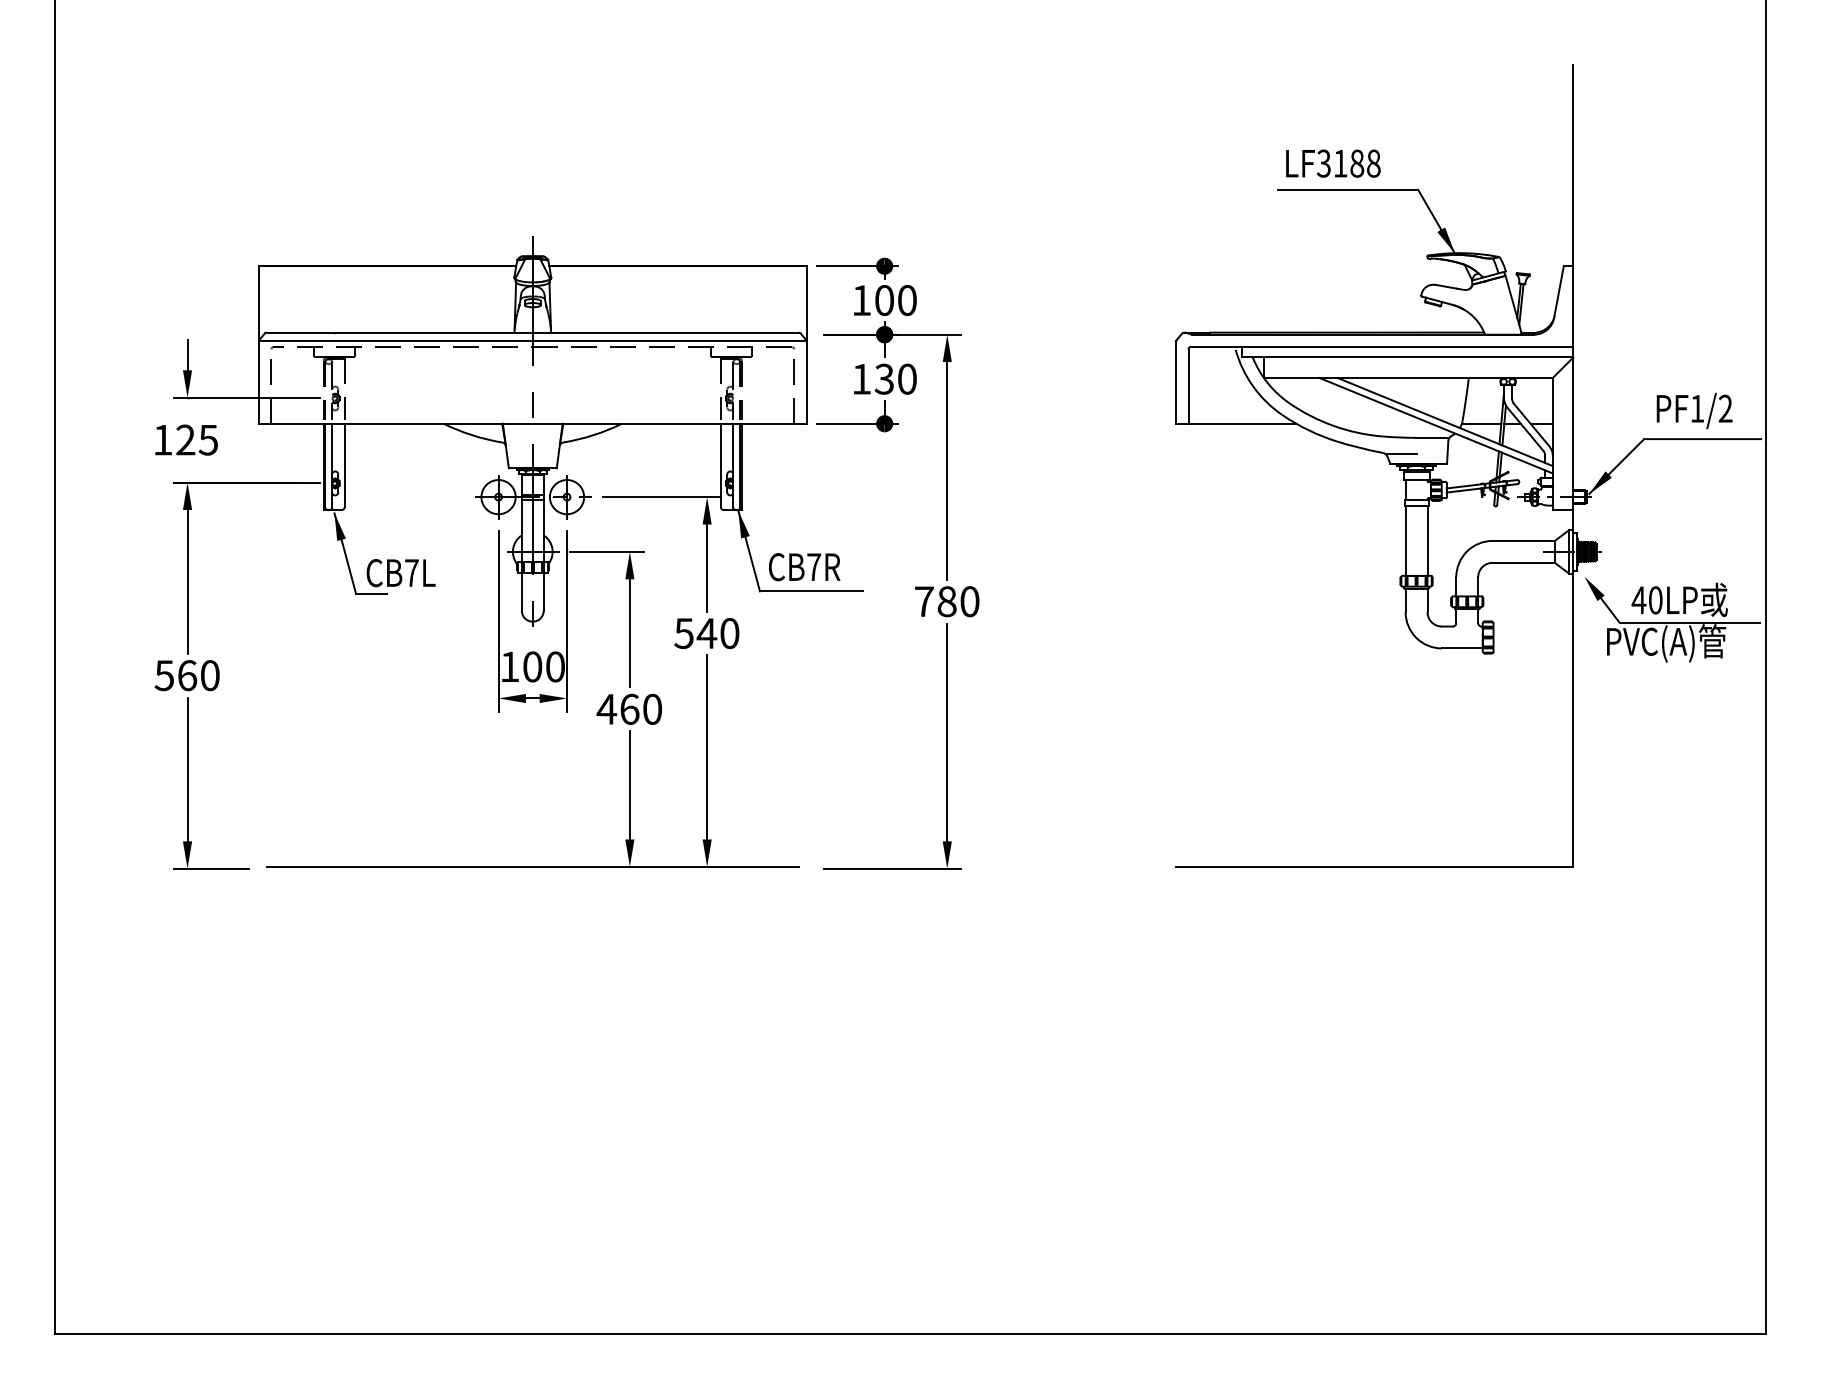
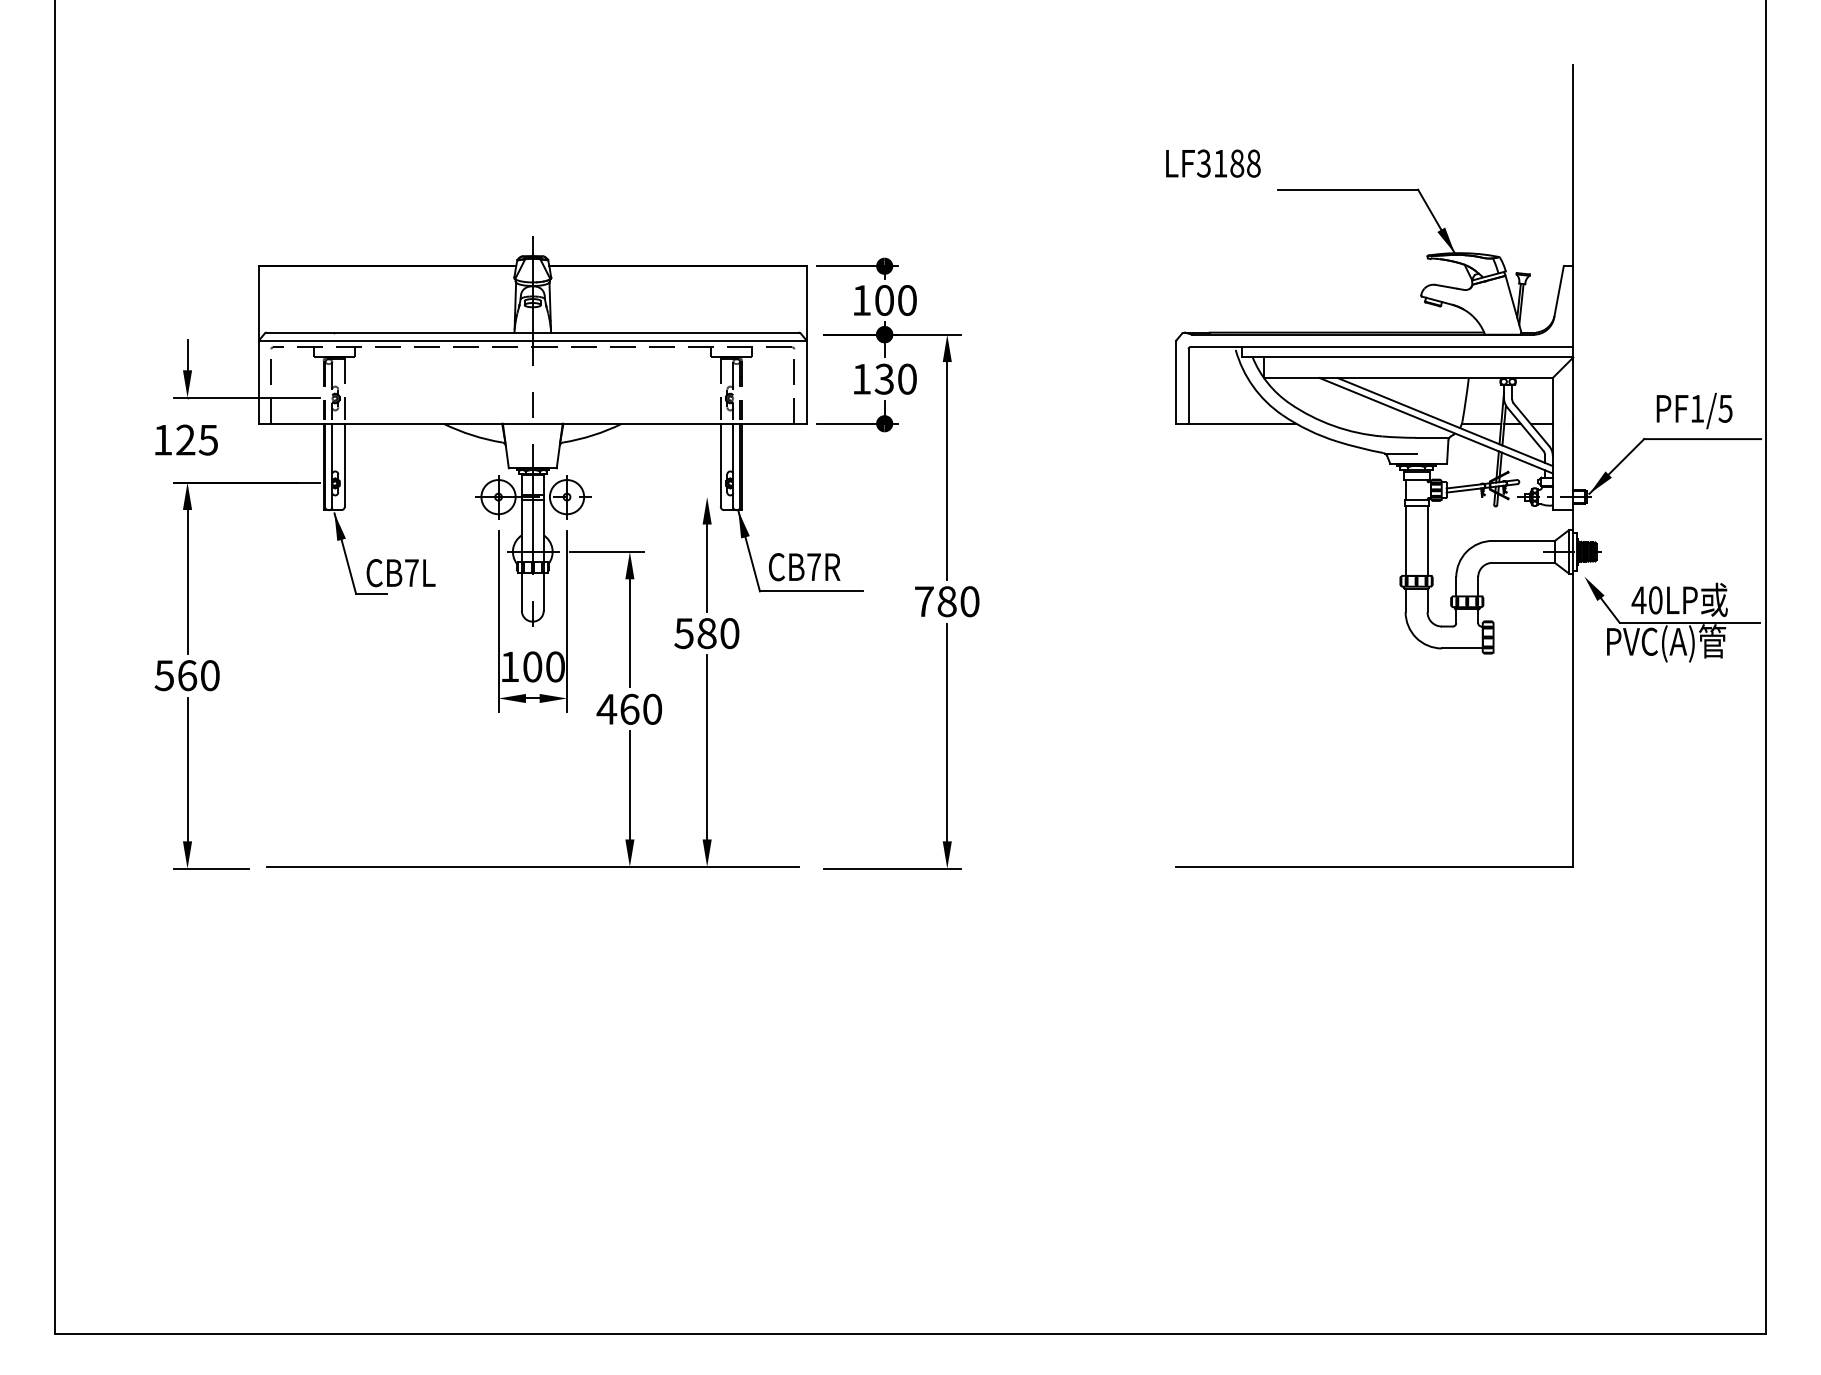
text at (1333, 163) position: (1333, 163) -> (1213, 163)
text at (1725, 408): PF1/2 -> PF1/5
line at (661, 497): present -> none
text at (706, 633): 540 -> 580
